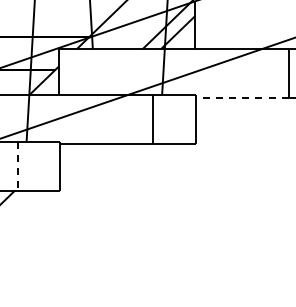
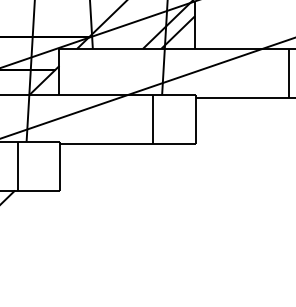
line at (242, 97): dashed -> solid
line at (17, 166): dashed -> solid
